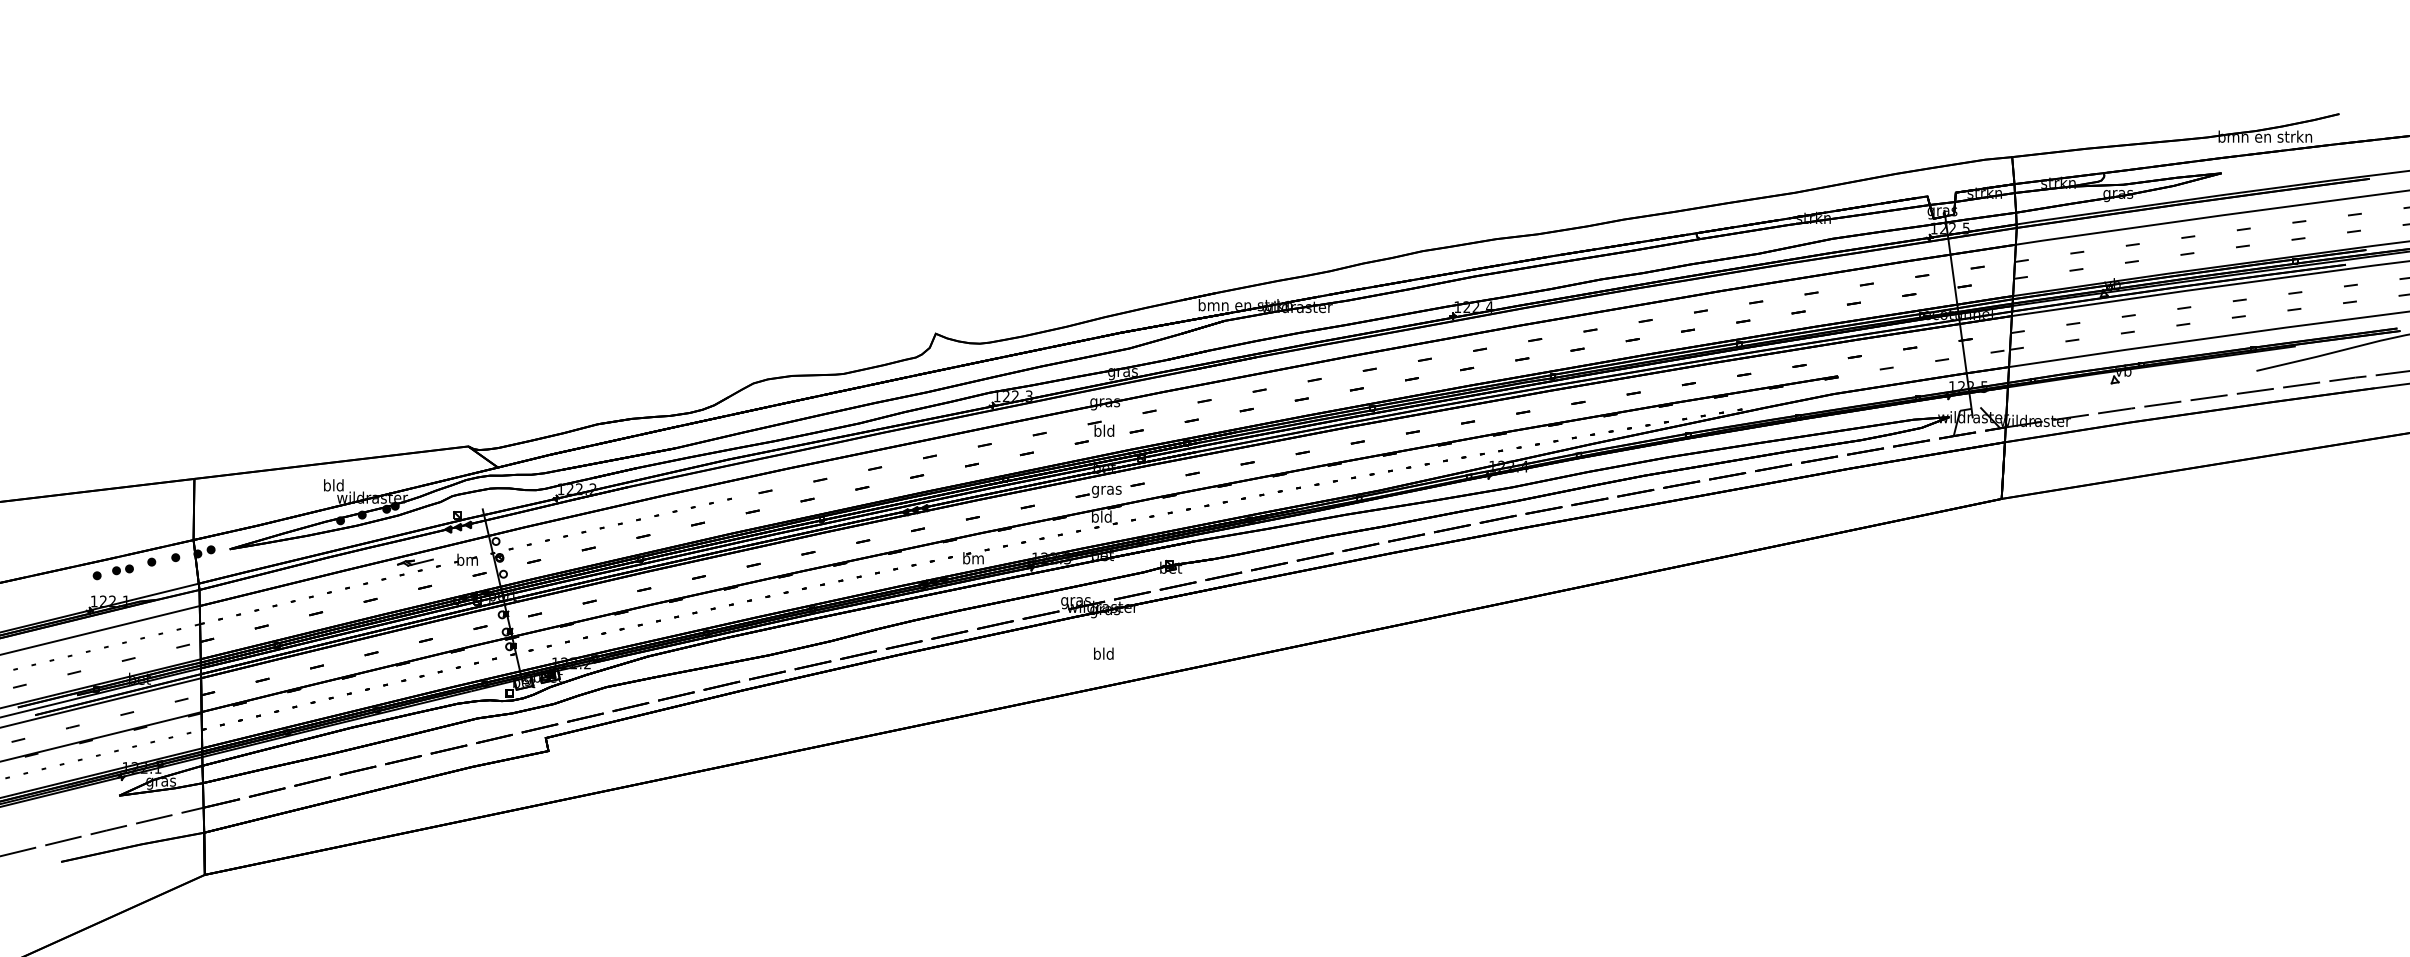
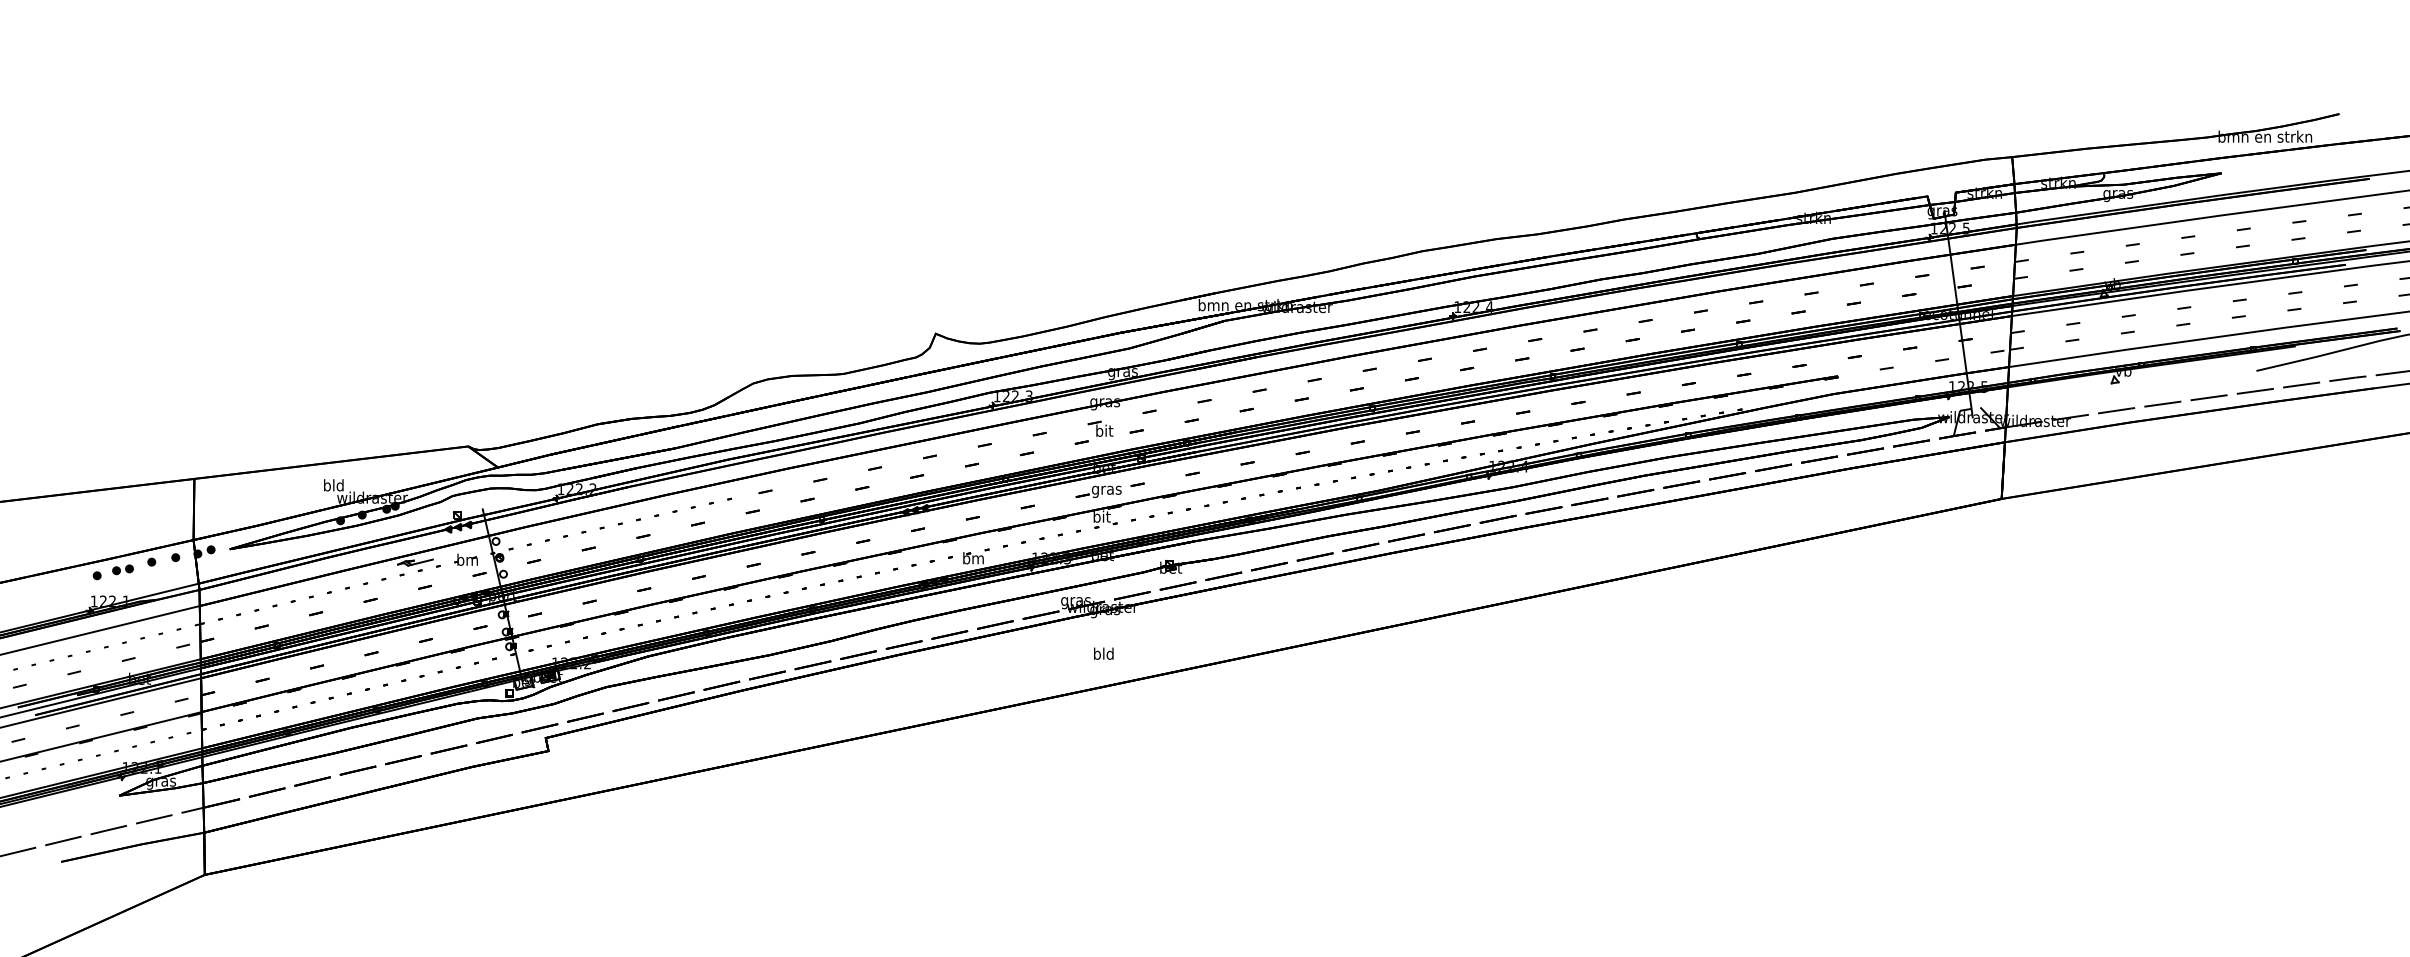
text at (1104, 430): bld -> bit
text at (1101, 516): bld -> bit
